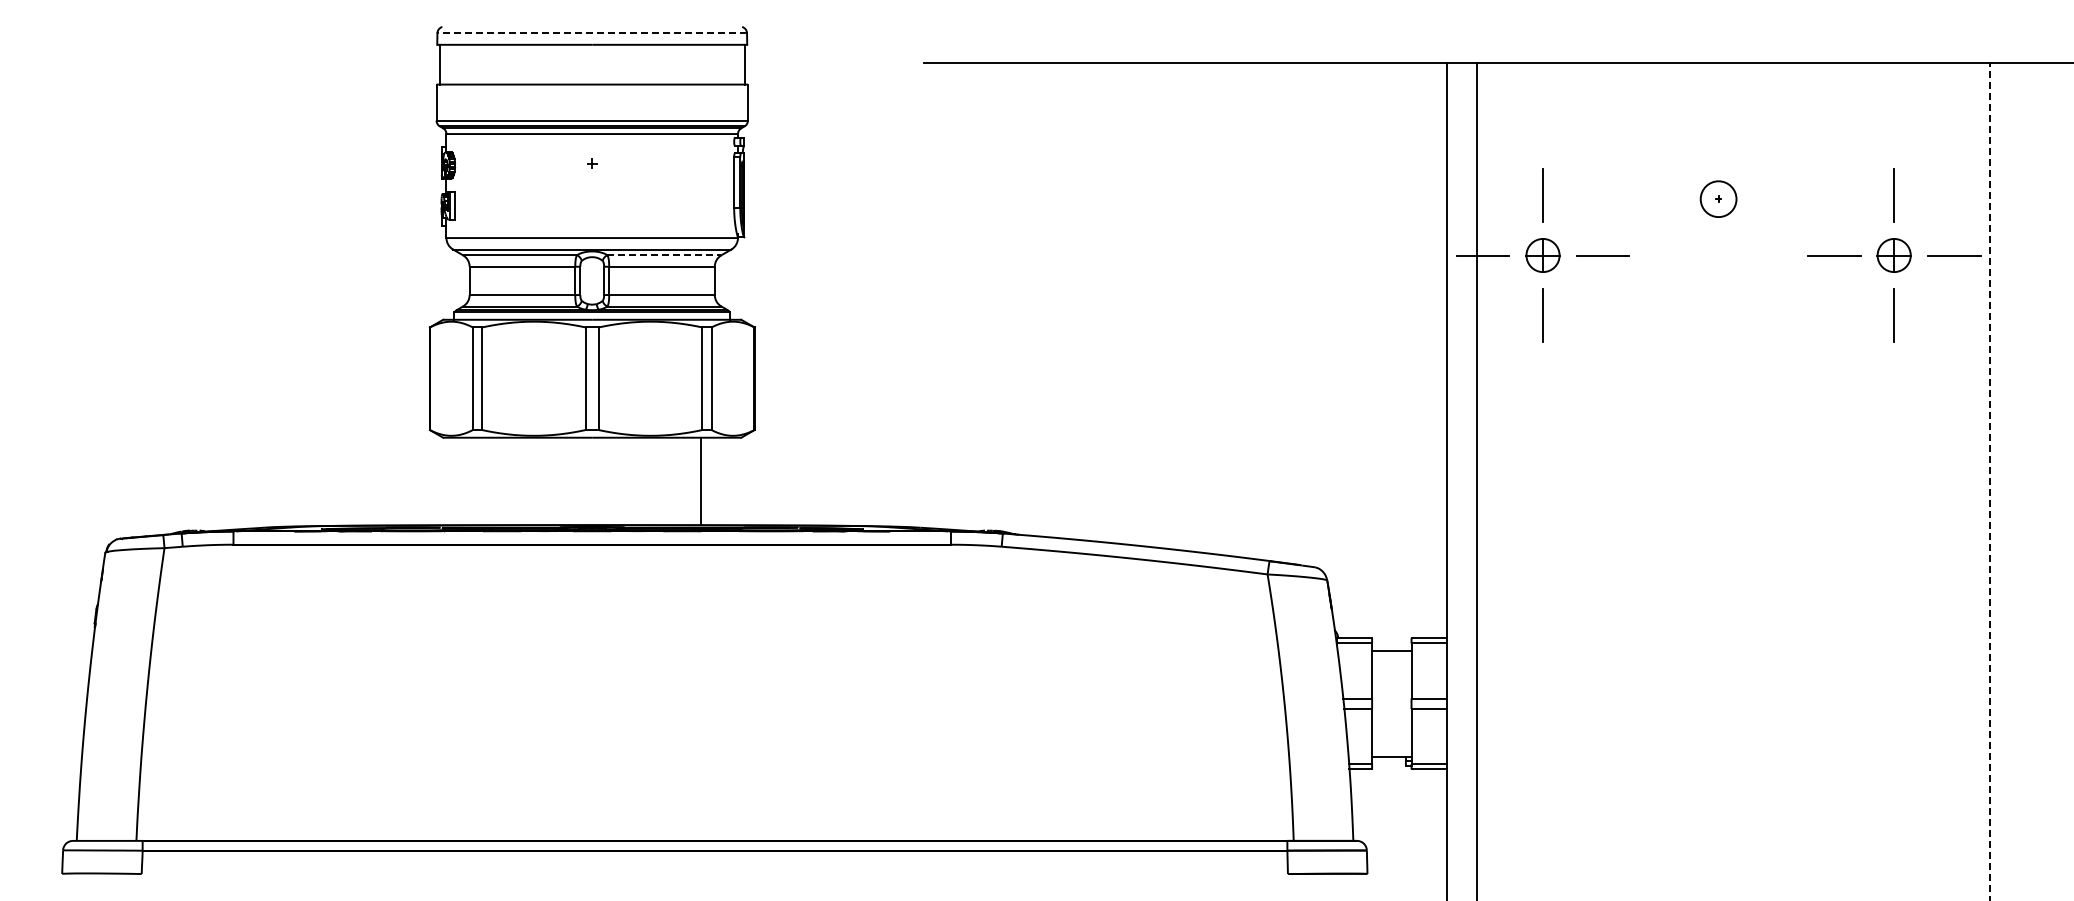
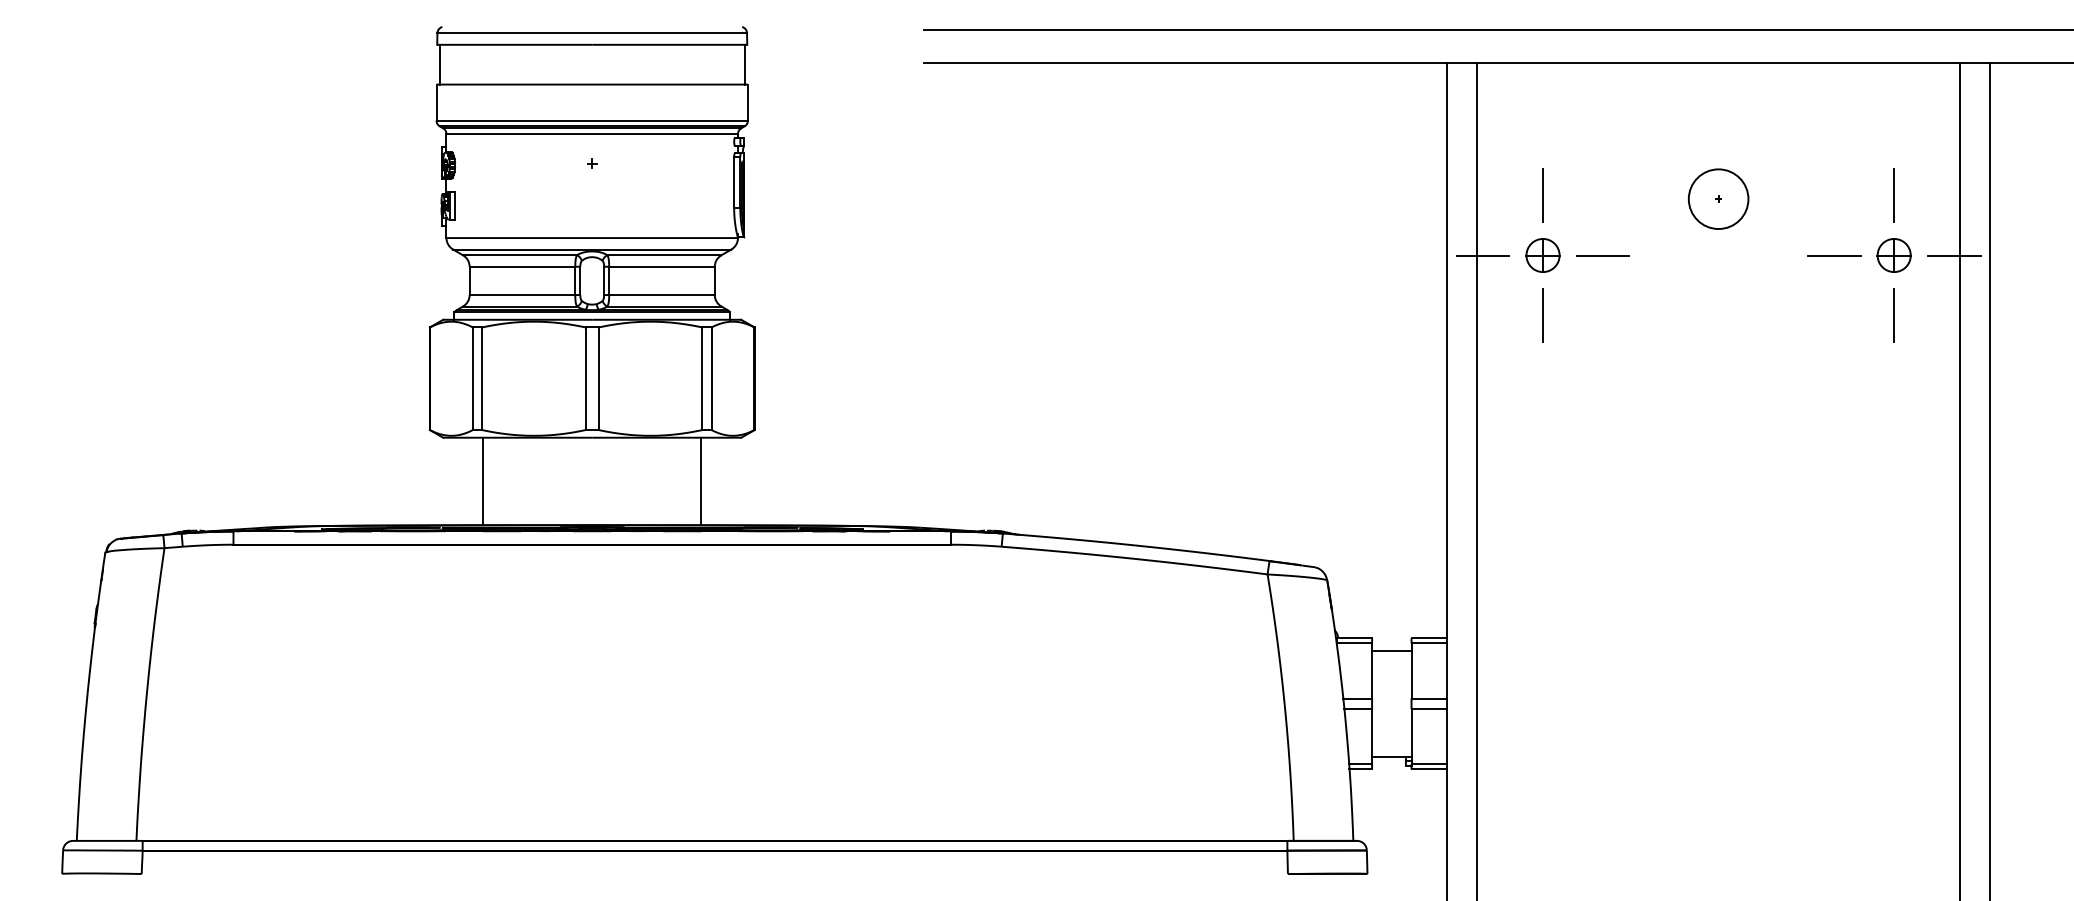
line at (1496, 30): none -> present
line at (592, 33): dashed -> solid
circle at (1718, 199) diameter: 36 px -> 60 px
line at (664, 255): dashed -> solid
line at (1960, 480): none -> present
line at (483, 481): none -> present
line at (1990, 481): dashed -> solid
